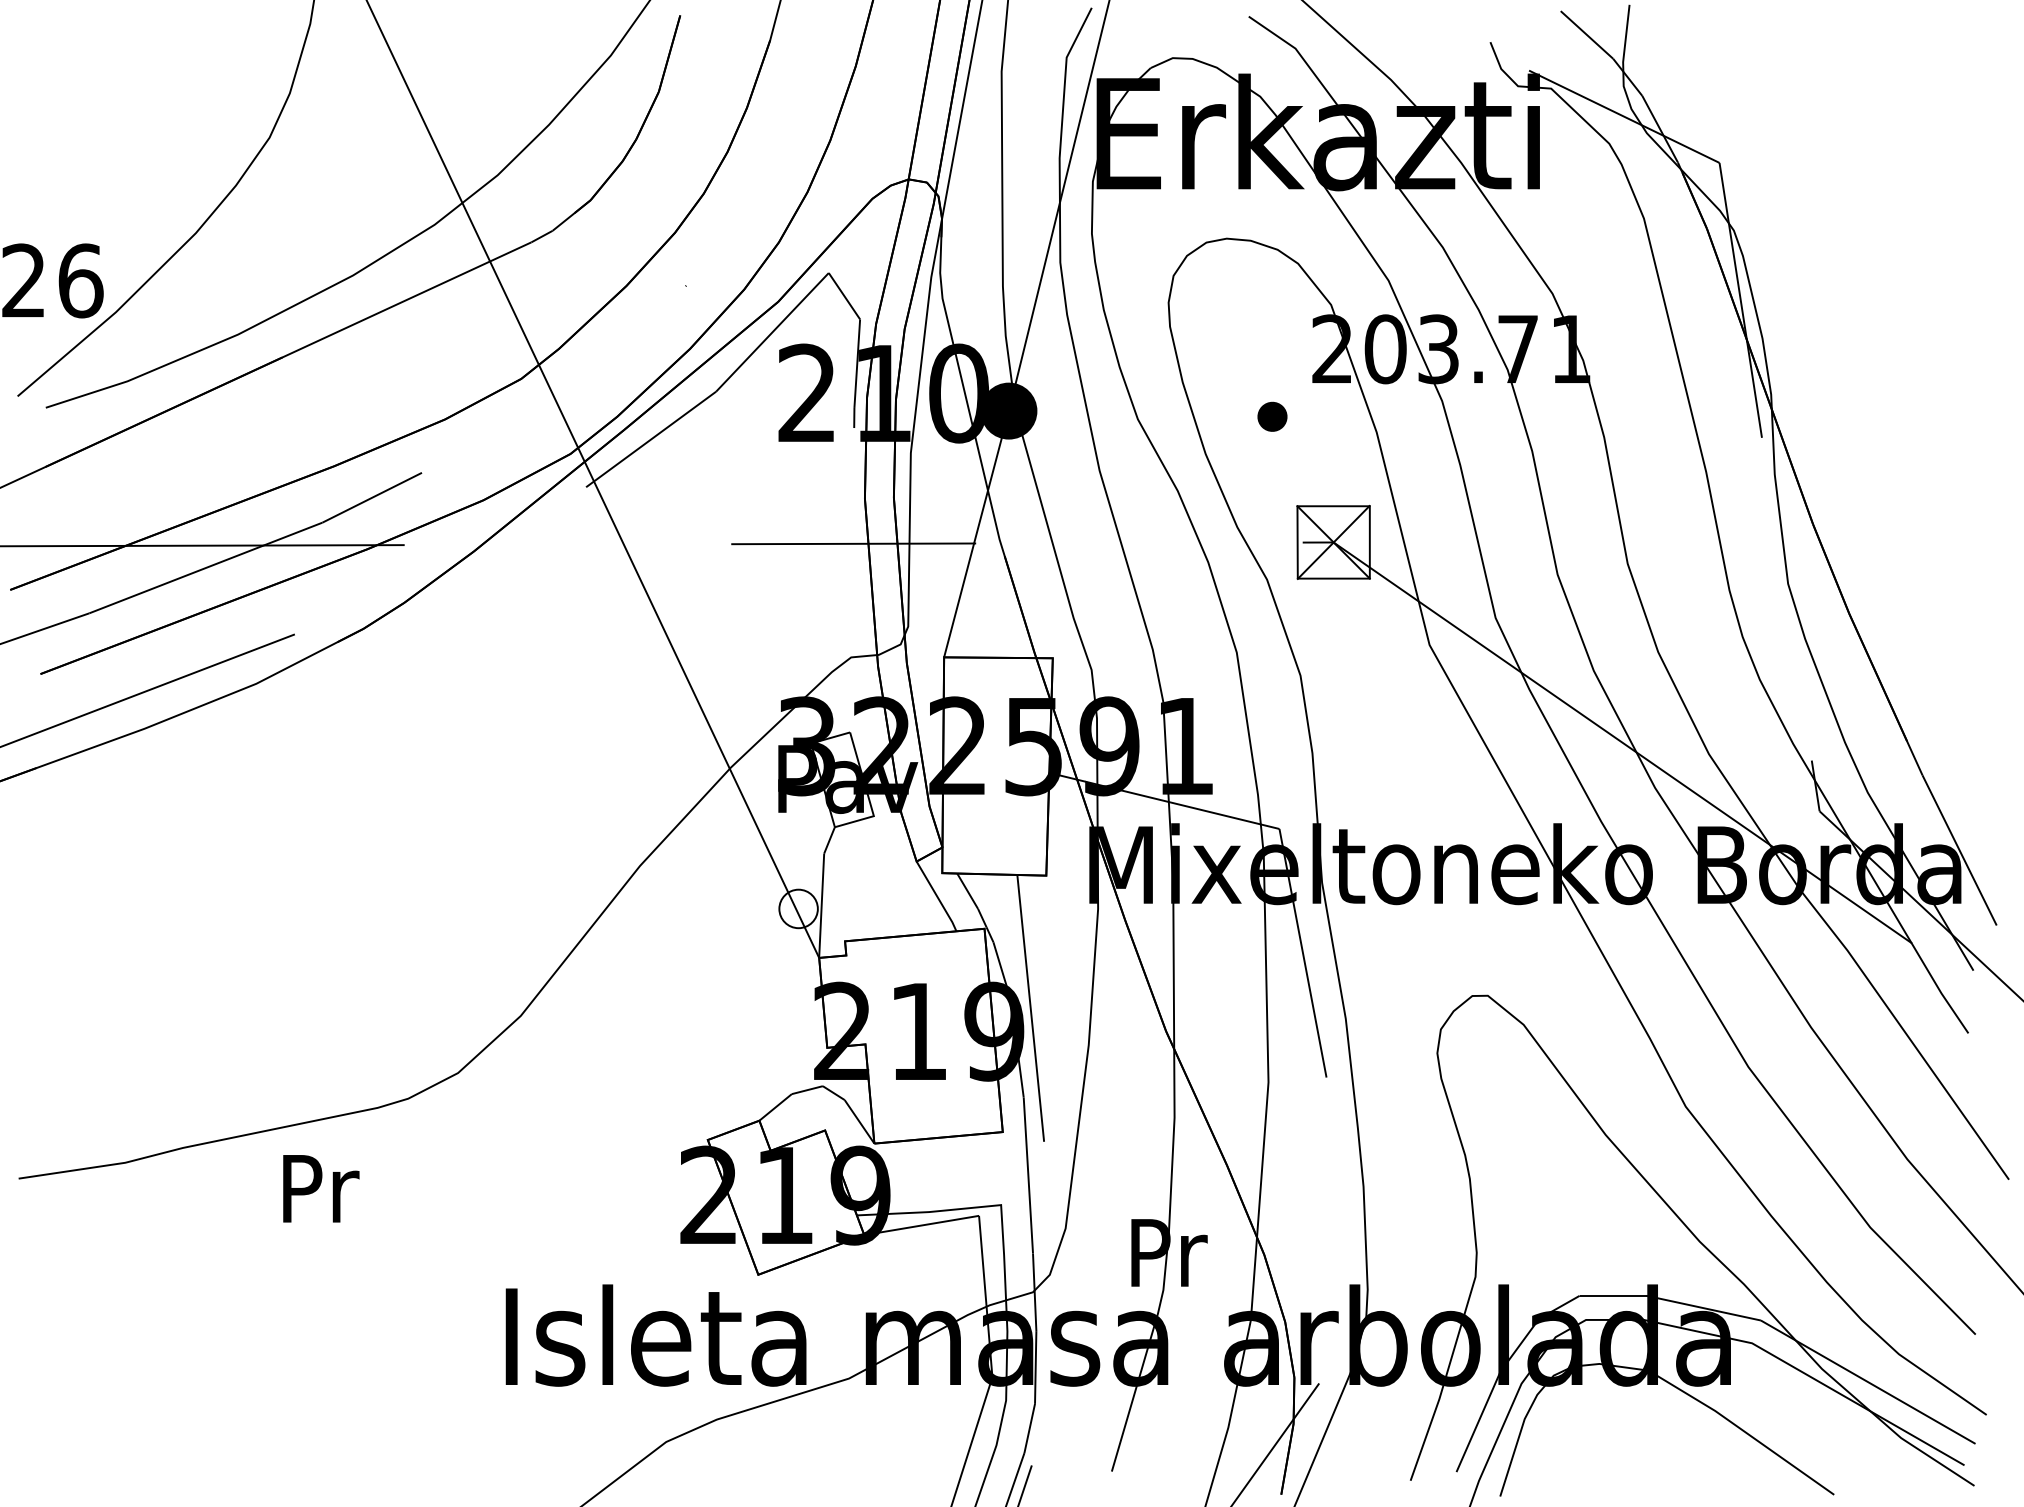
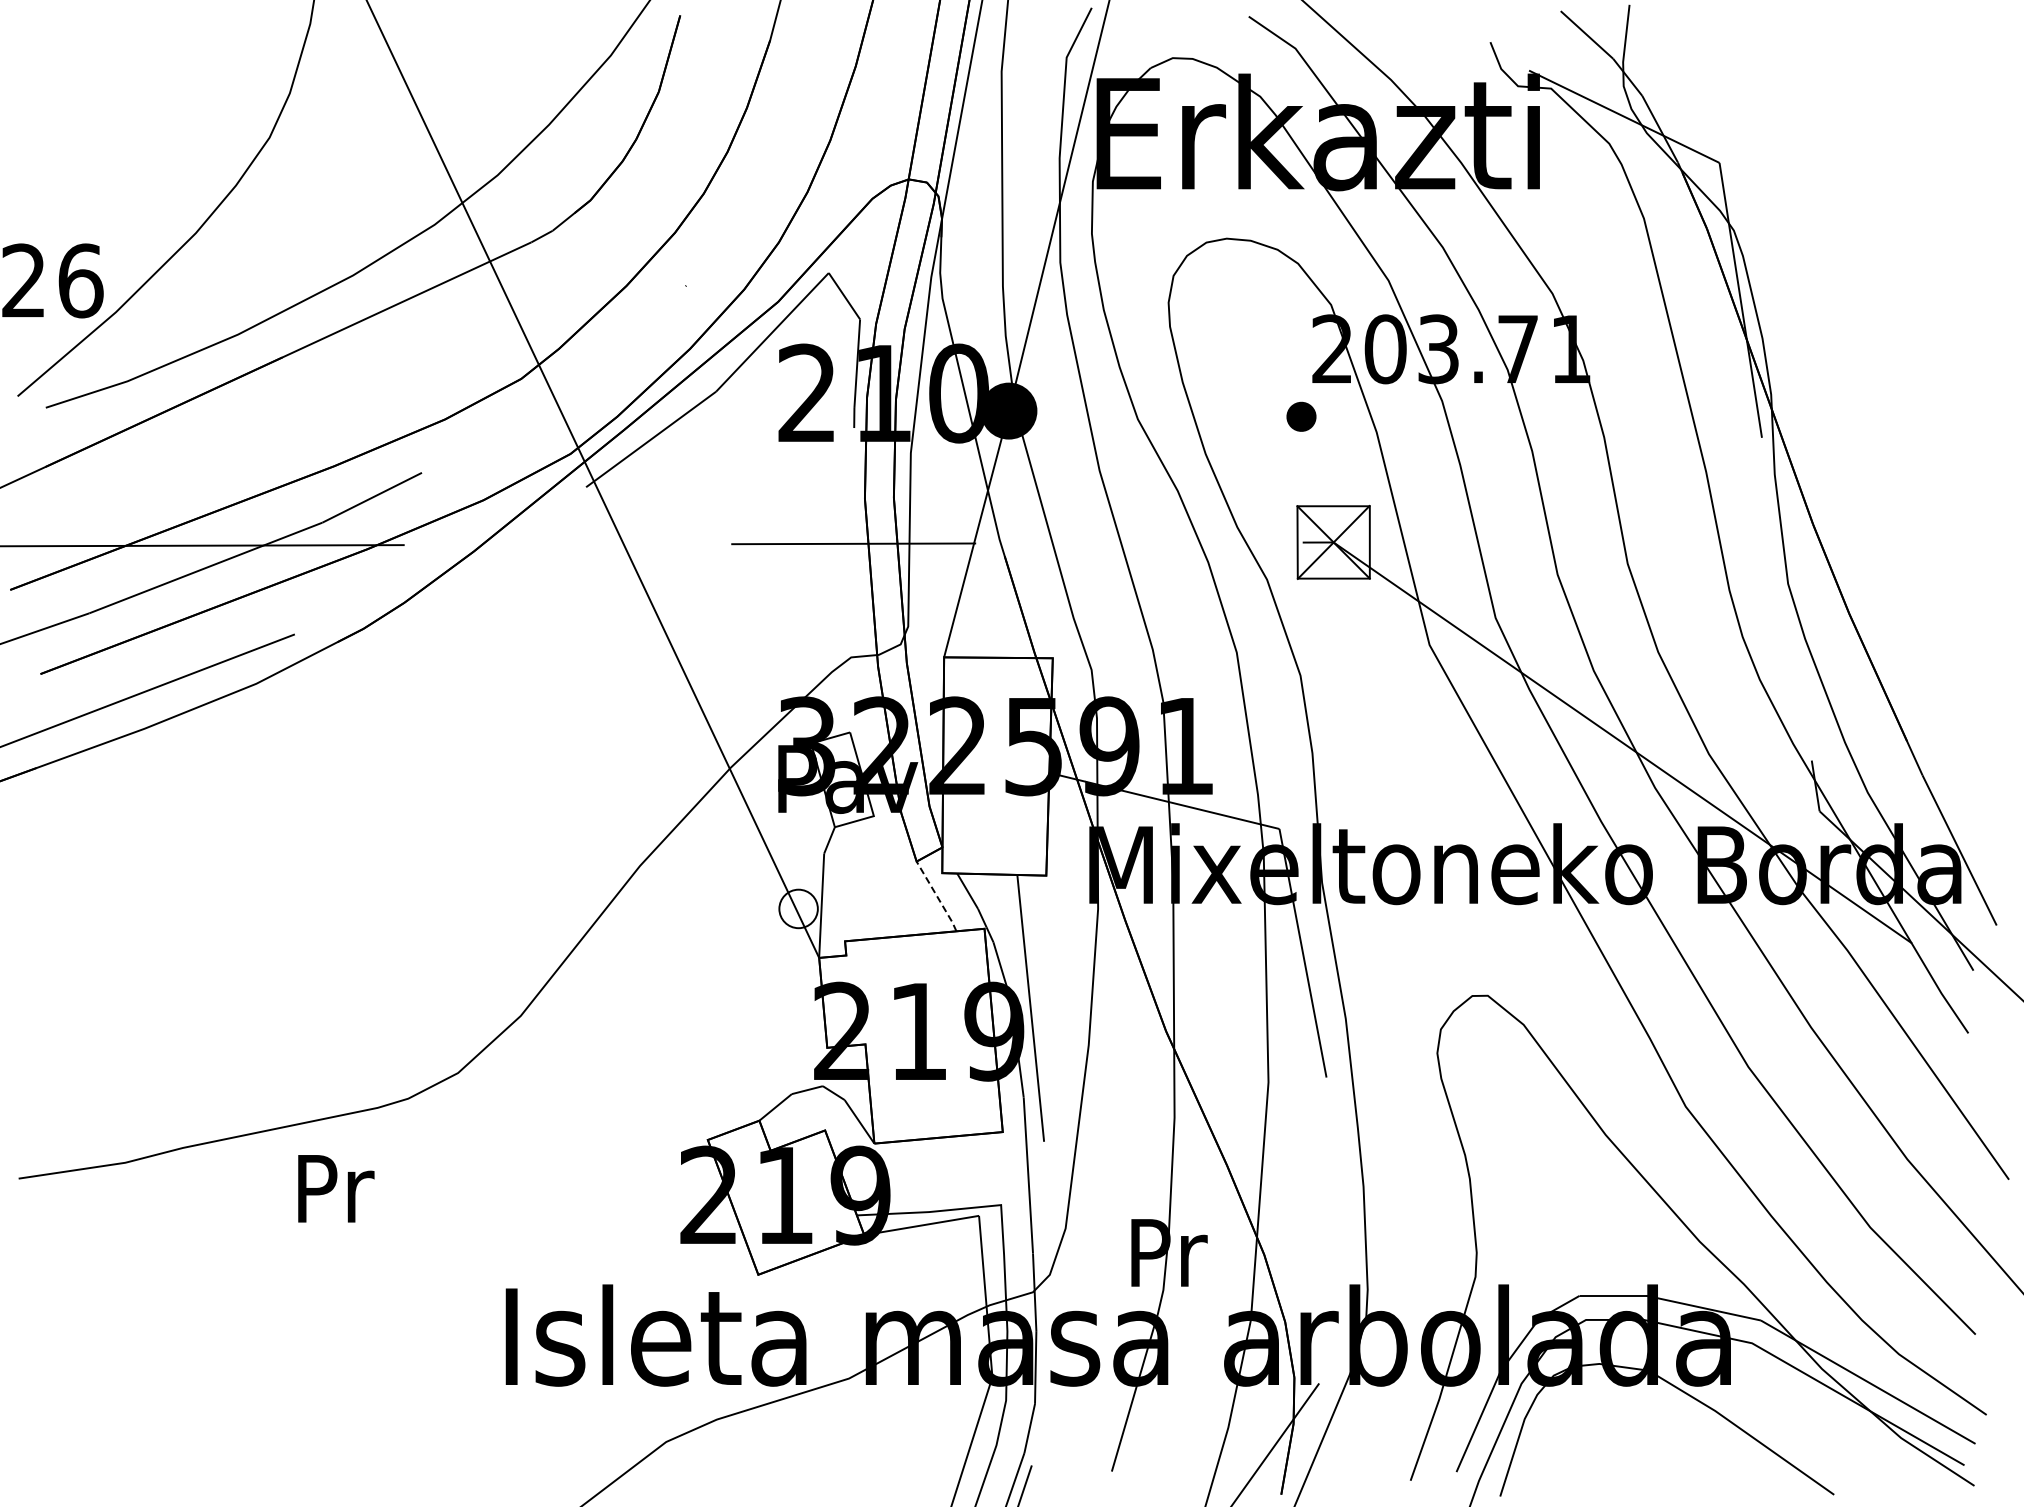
part at (1272, 416) position: (1272, 416) -> (1301, 416)
line at (937, 896): solid -> dashed
text at (321, 1188) position: (321, 1188) -> (336, 1188)
